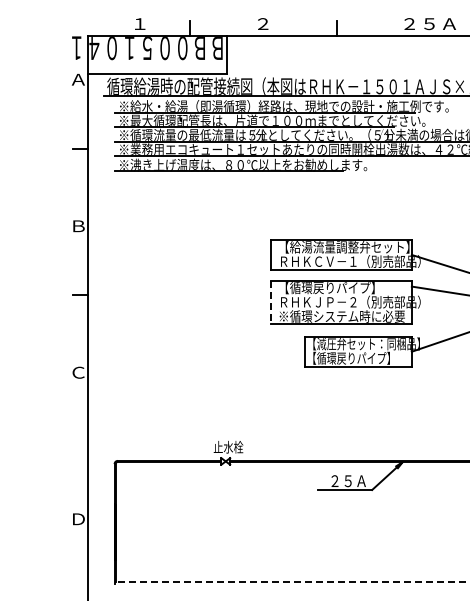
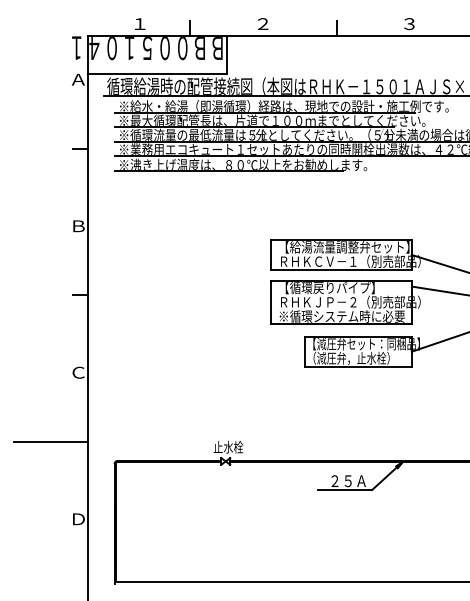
text at (429, 24): ２５Ａ -> ３
line at (270, 302): dashed -> solid
text at (351, 357): 【循環戻りパイプ】 -> （減圧弁，止水栓）
line at (50, 441): none -> present
line at (292, 582): dashed -> solid
